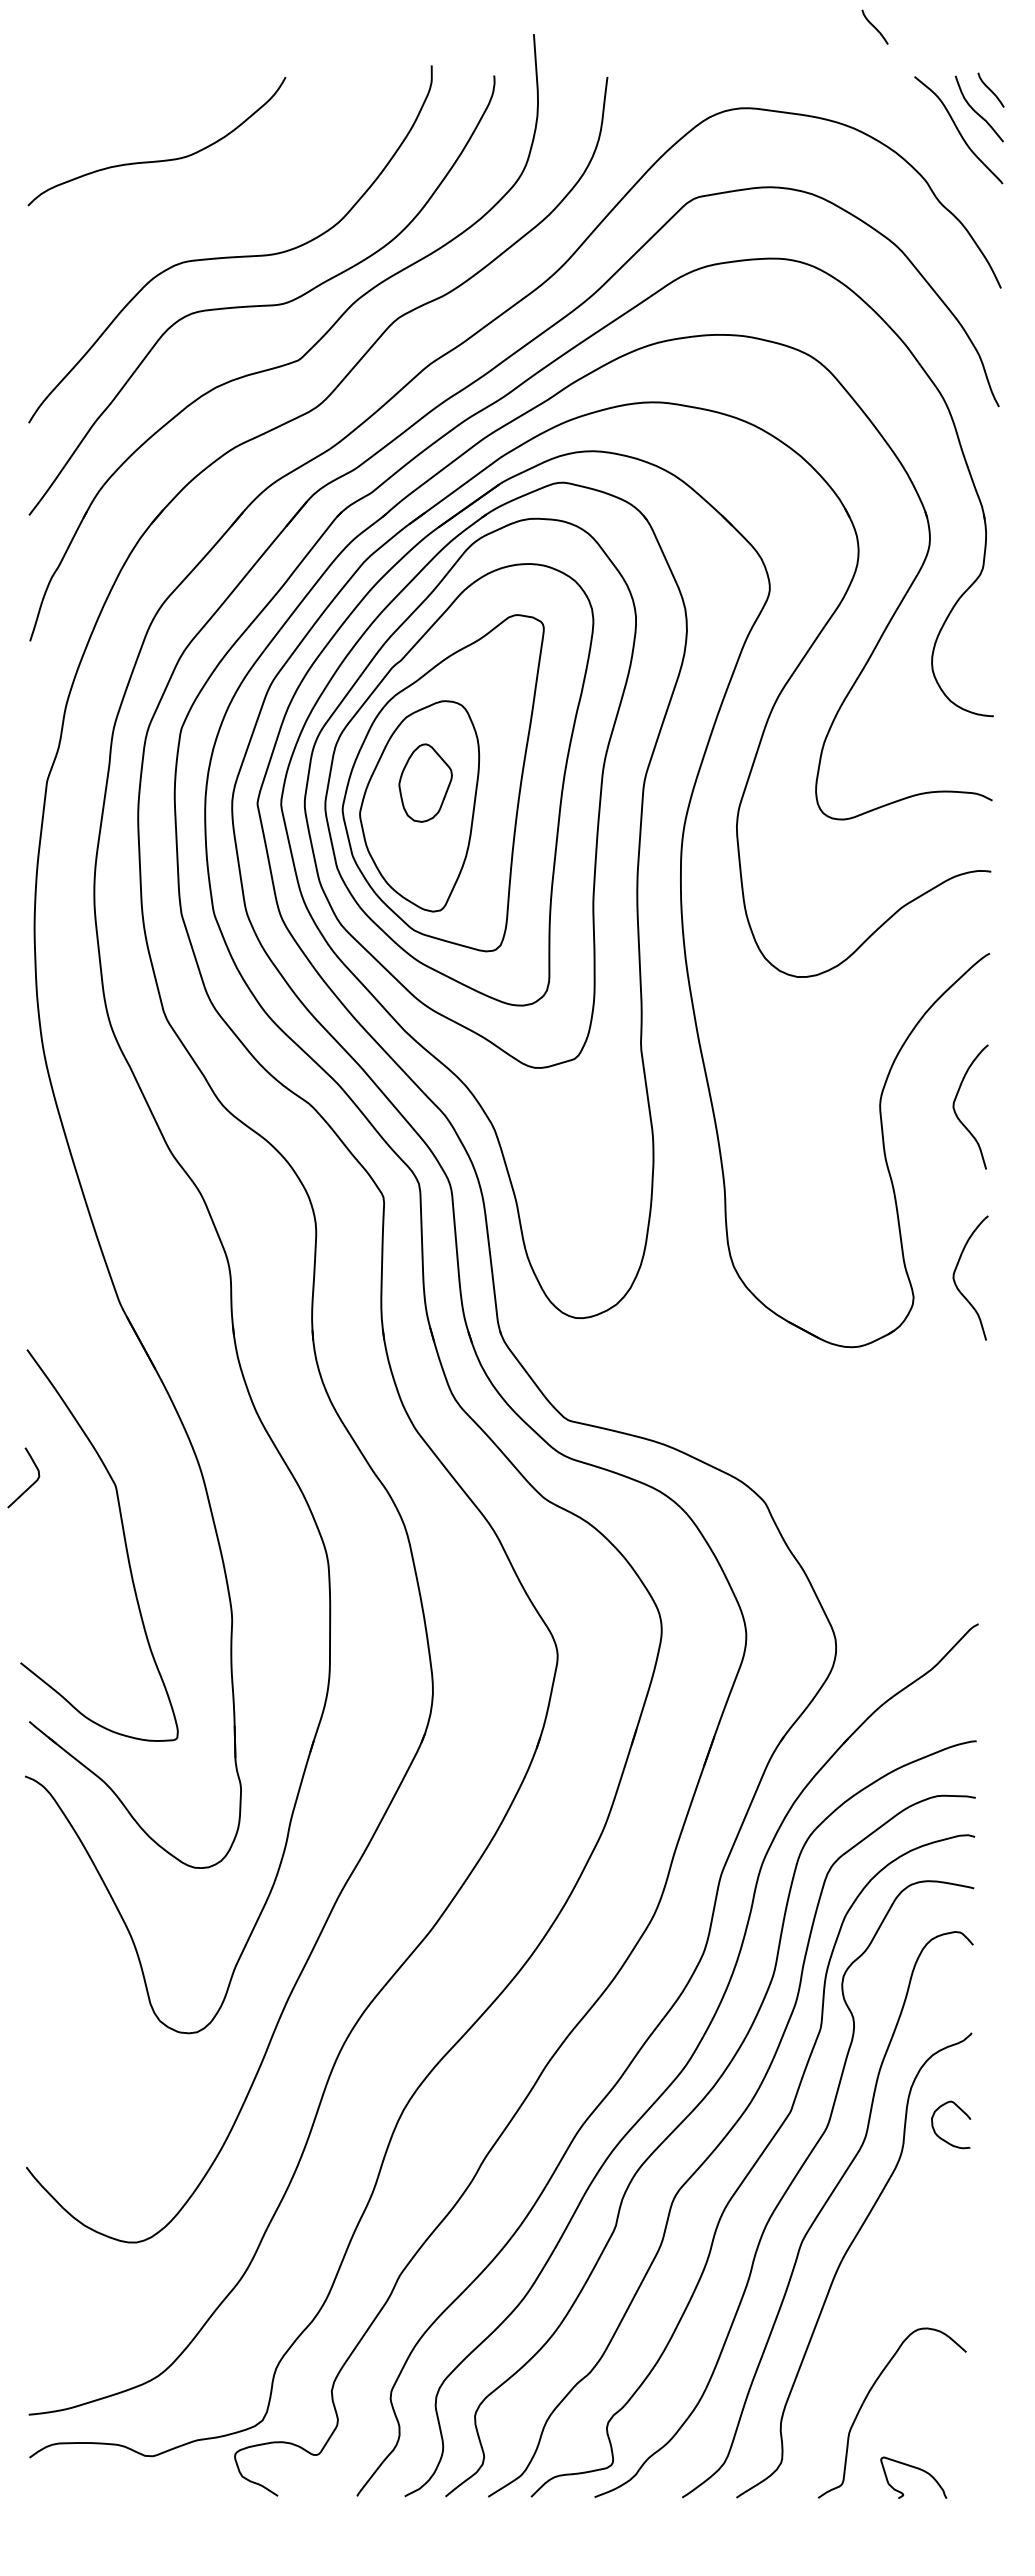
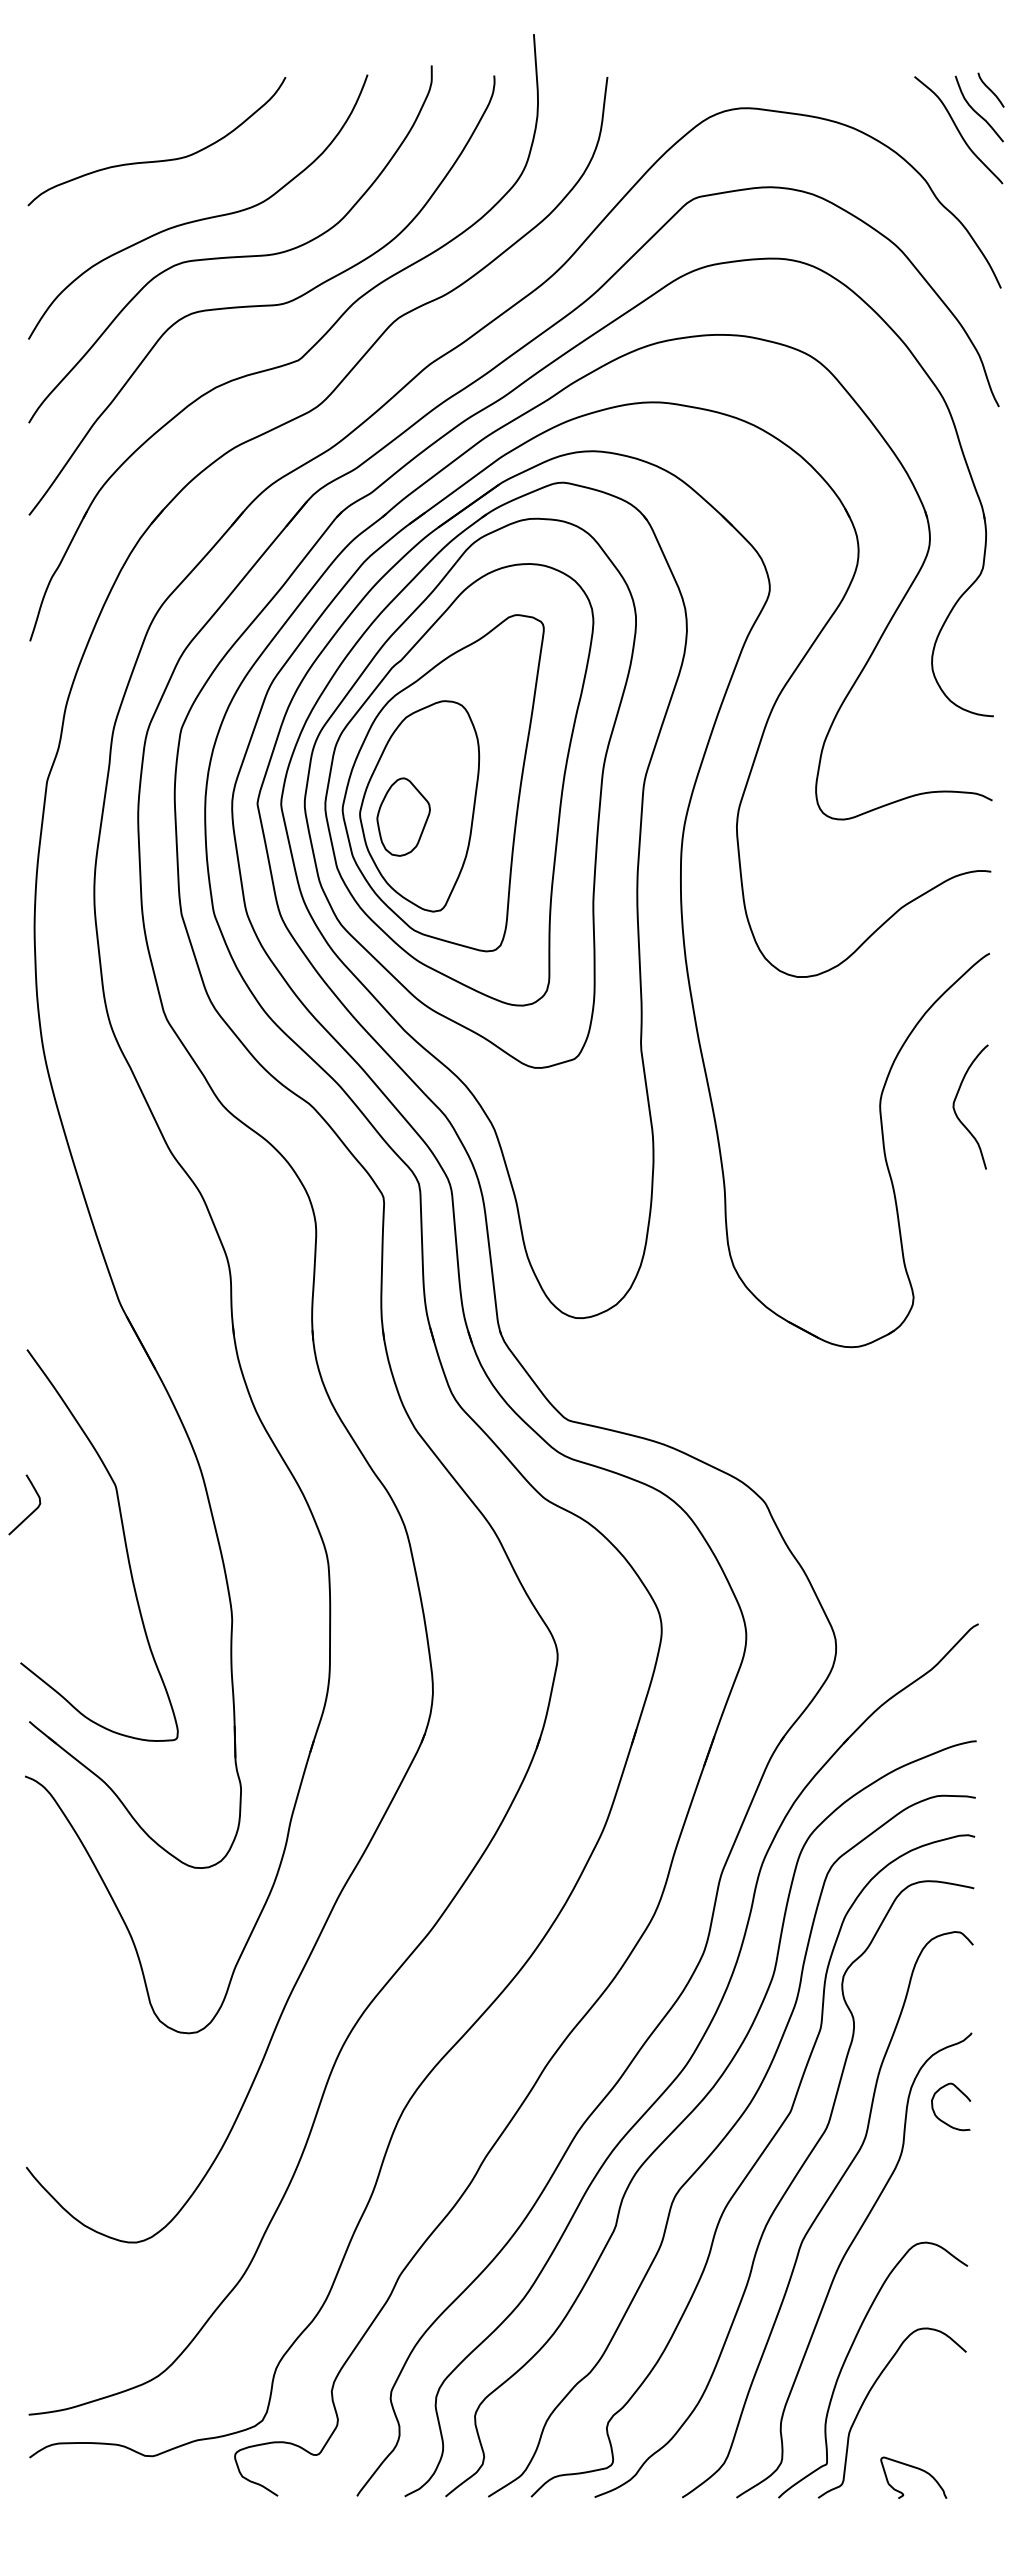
curve at (874, 26): present -> none
curve at (201, 218): none -> present
part at (425, 782) position: (425, 782) -> (403, 816)
curve at (956, 1283): present -> none
curve at (31, 1484) position: (31, 1484) -> (32, 1511)
curve at (962, 2112) position: (962, 2112) -> (962, 2094)
curve at (846, 2360): none -> present
